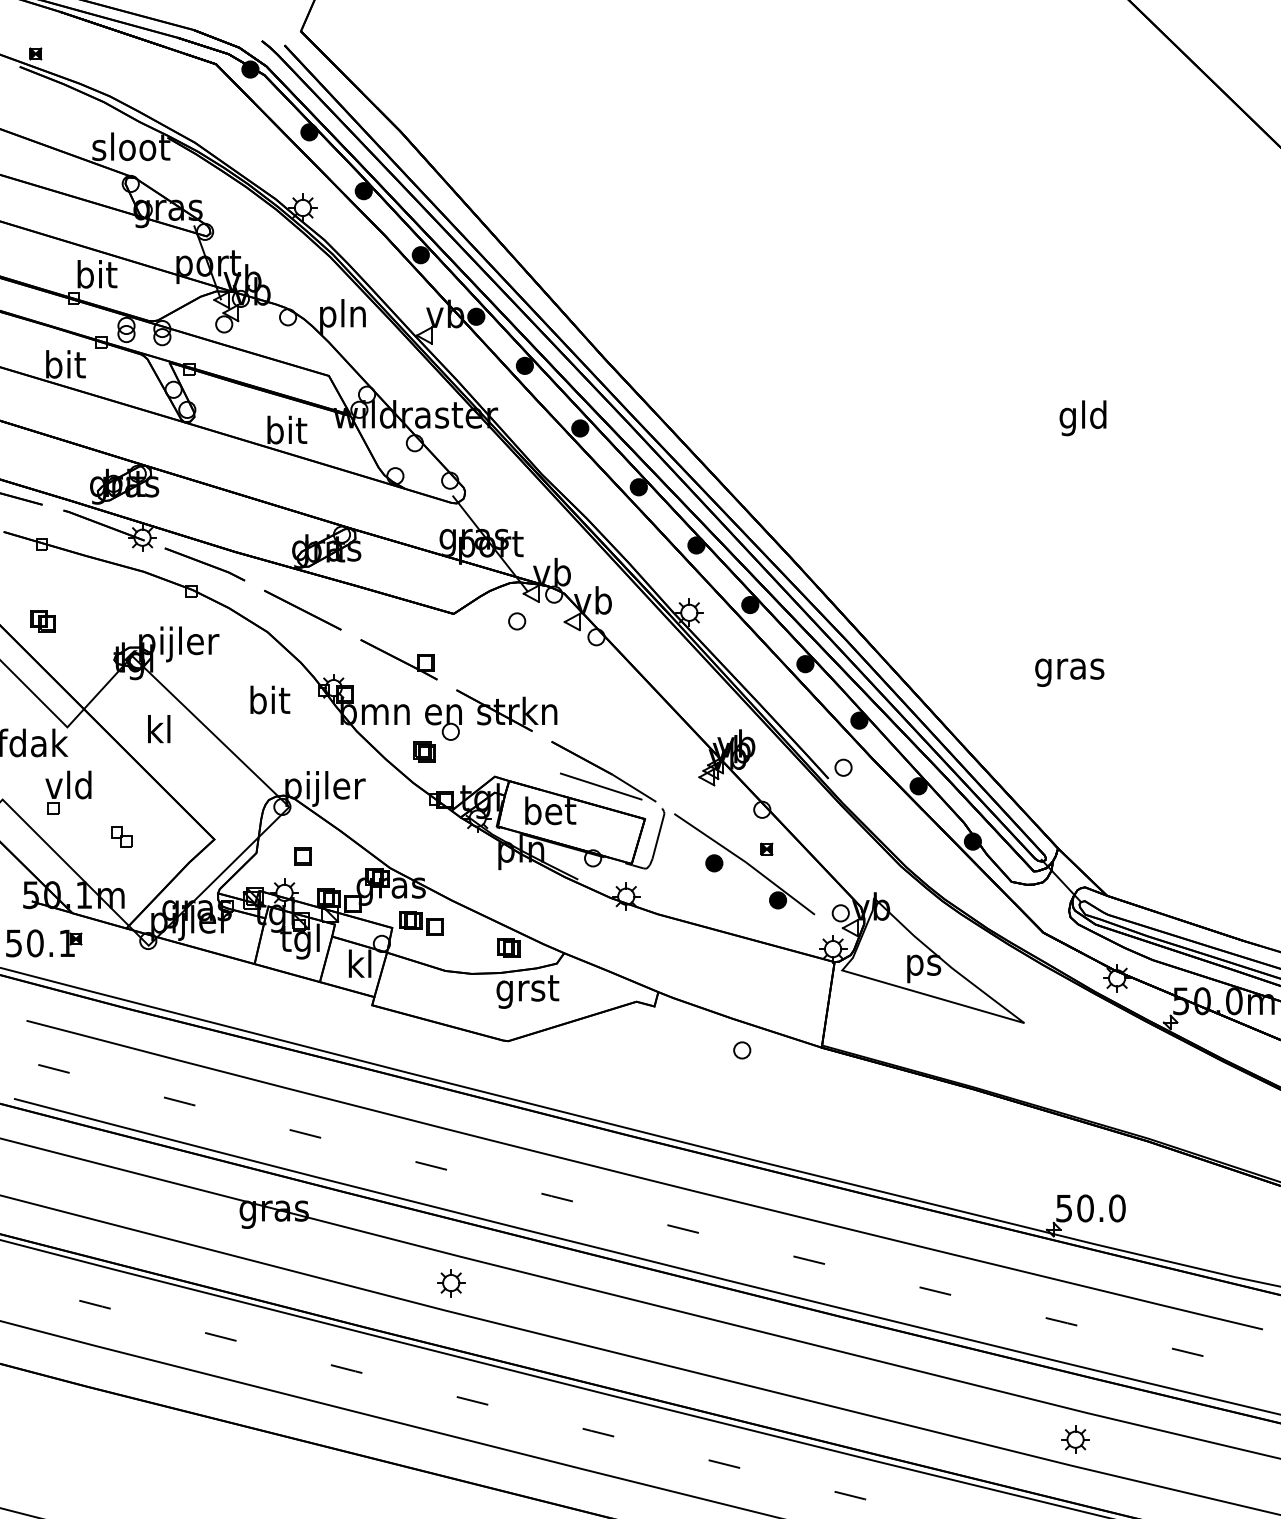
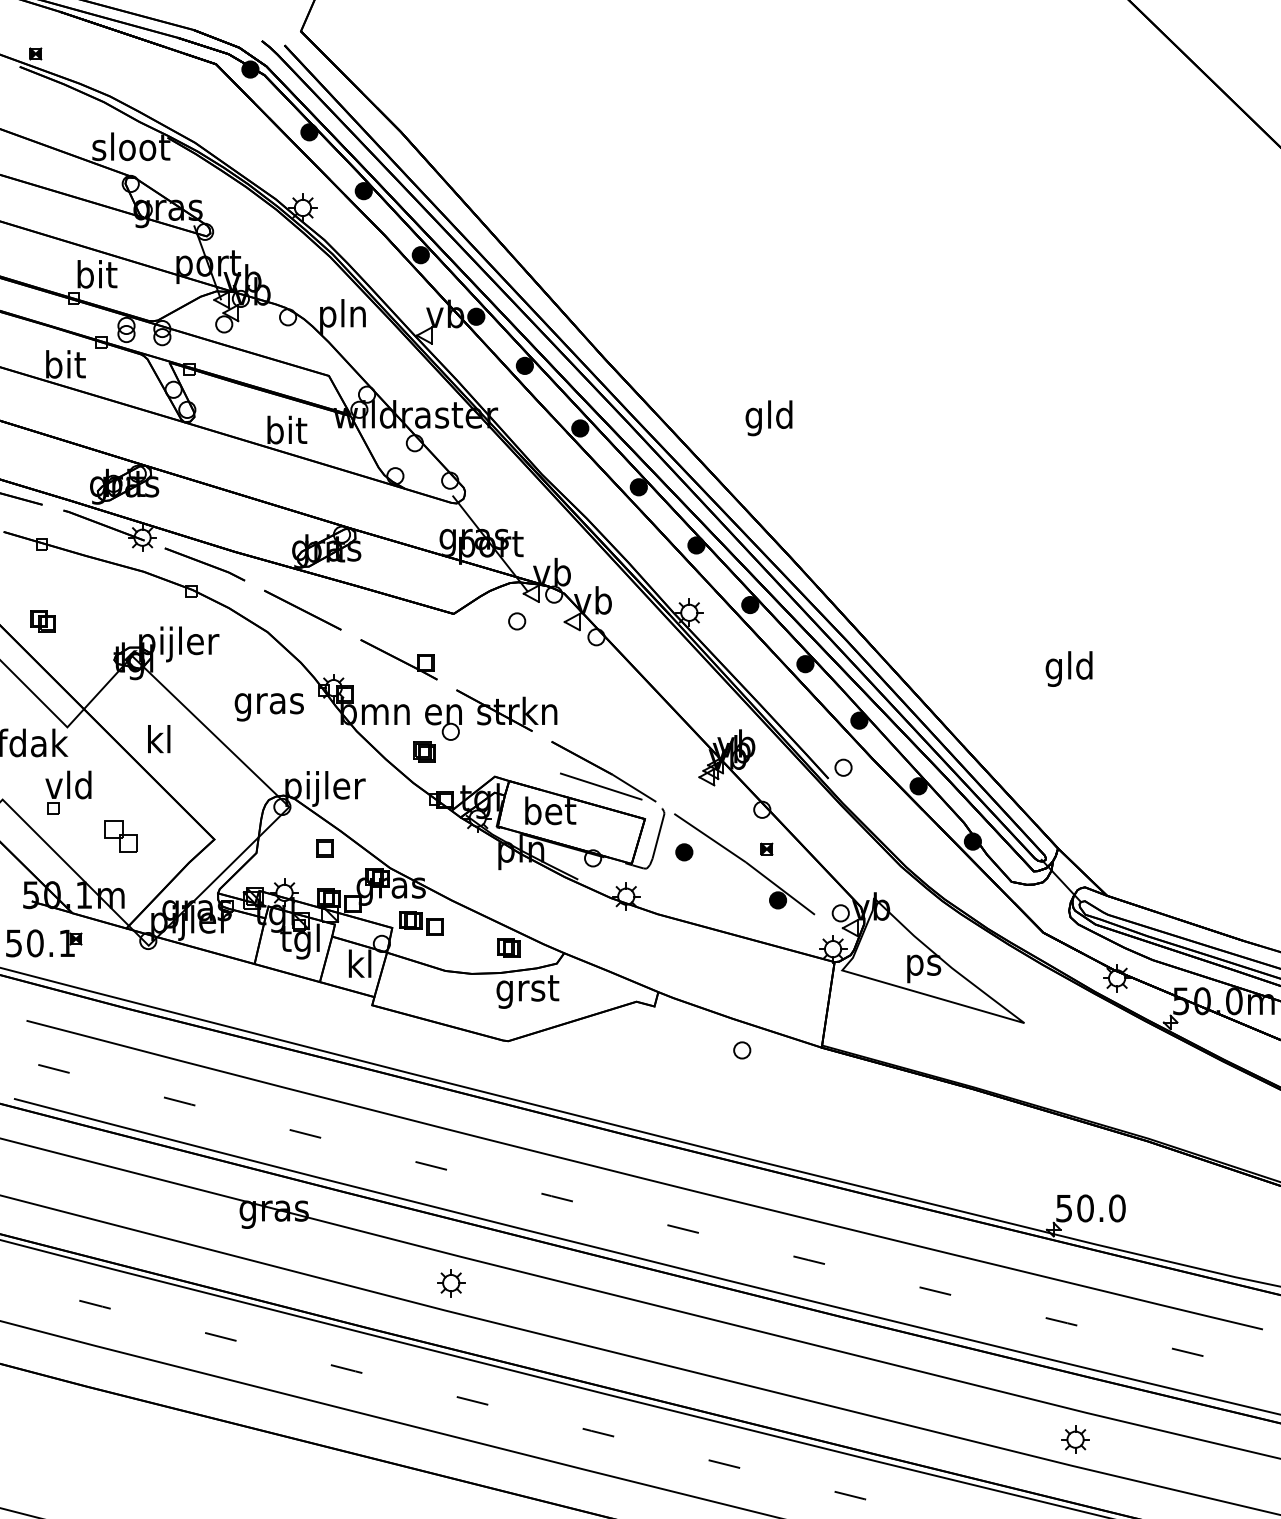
text at (1082, 418) position: (1082, 418) -> (768, 418)
text at (1069, 668): gras -> gld
text at (268, 703): bit -> gras
text at (159, 729) position: (159, 729) -> (159, 739)
part at (121, 836) size: 22x22 px -> 34x33 px
part at (302, 856) position: (302, 856) -> (324, 848)
part at (714, 863) position: (714, 863) -> (684, 852)
